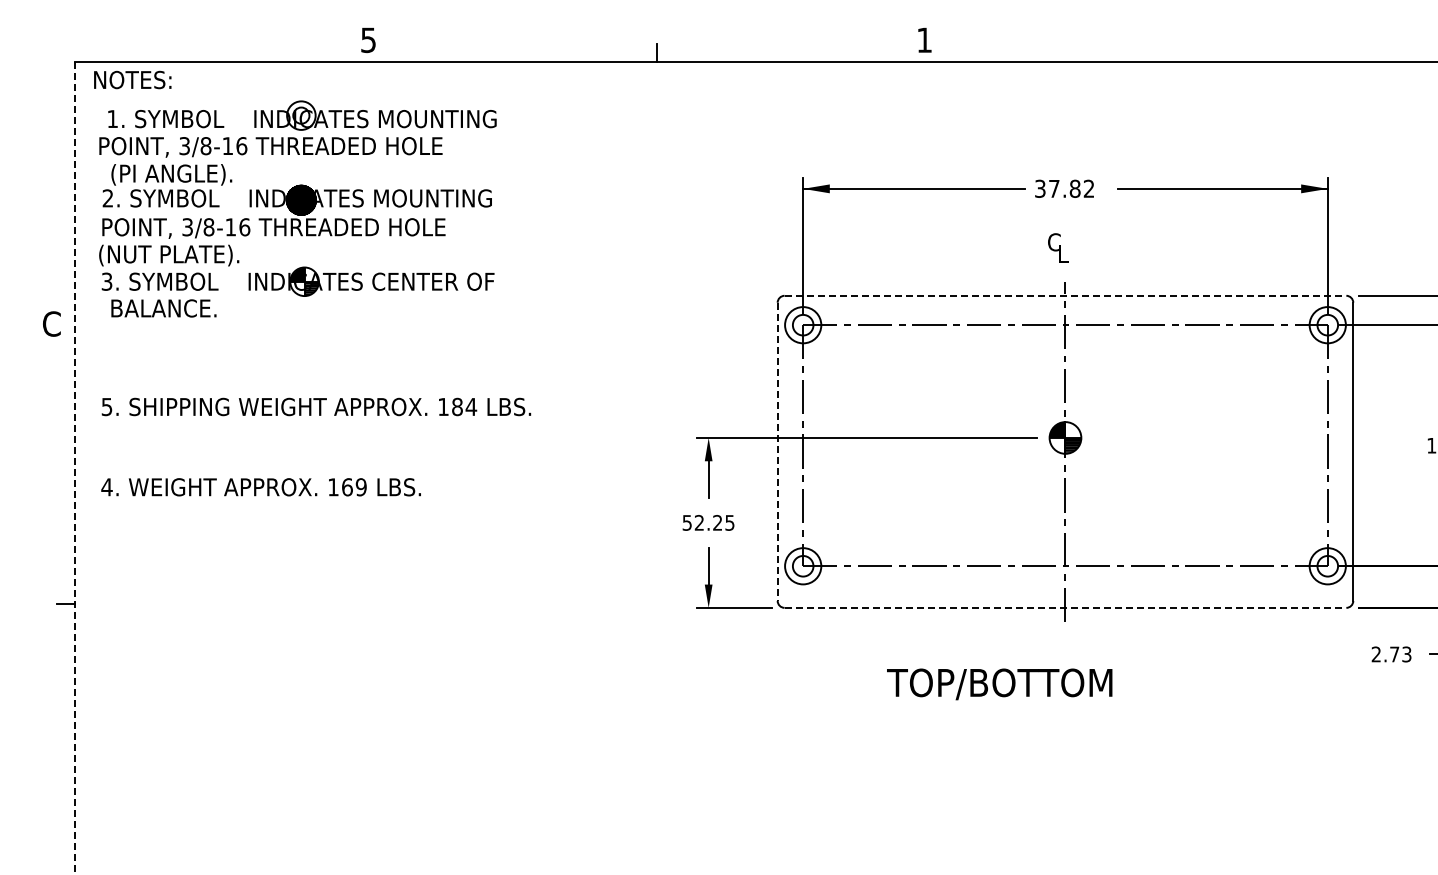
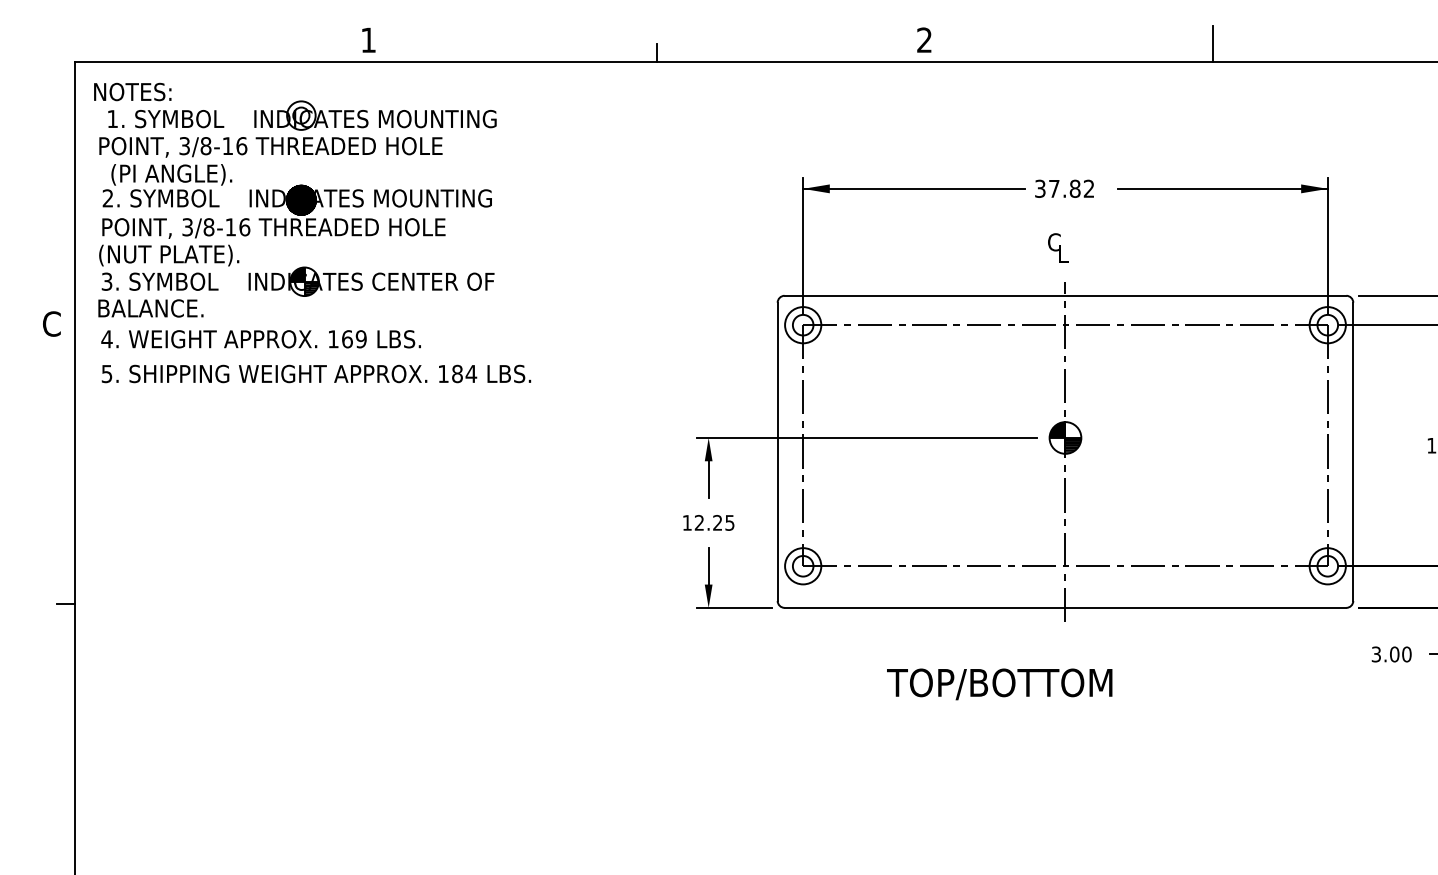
text at (924, 39): 1 -> 2
text at (368, 40): 5 -> 1
line at (1213, 44): none -> present
text at (132, 79) position: (132, 79) -> (132, 91)
line at (1065, 295): dashed -> solid
text at (163, 308) position: (163, 308) -> (150, 308)
text at (316, 406) position: (316, 406) -> (316, 373)
line at (777, 452): dashed -> solid
line at (74, 468): dashed -> solid
text at (260, 487) position: (260, 487) -> (260, 339)
text at (686, 522): 52.25 -> 12.25
line at (1065, 607): dashed -> solid
text at (1391, 654): 2.73 -> 3.00
